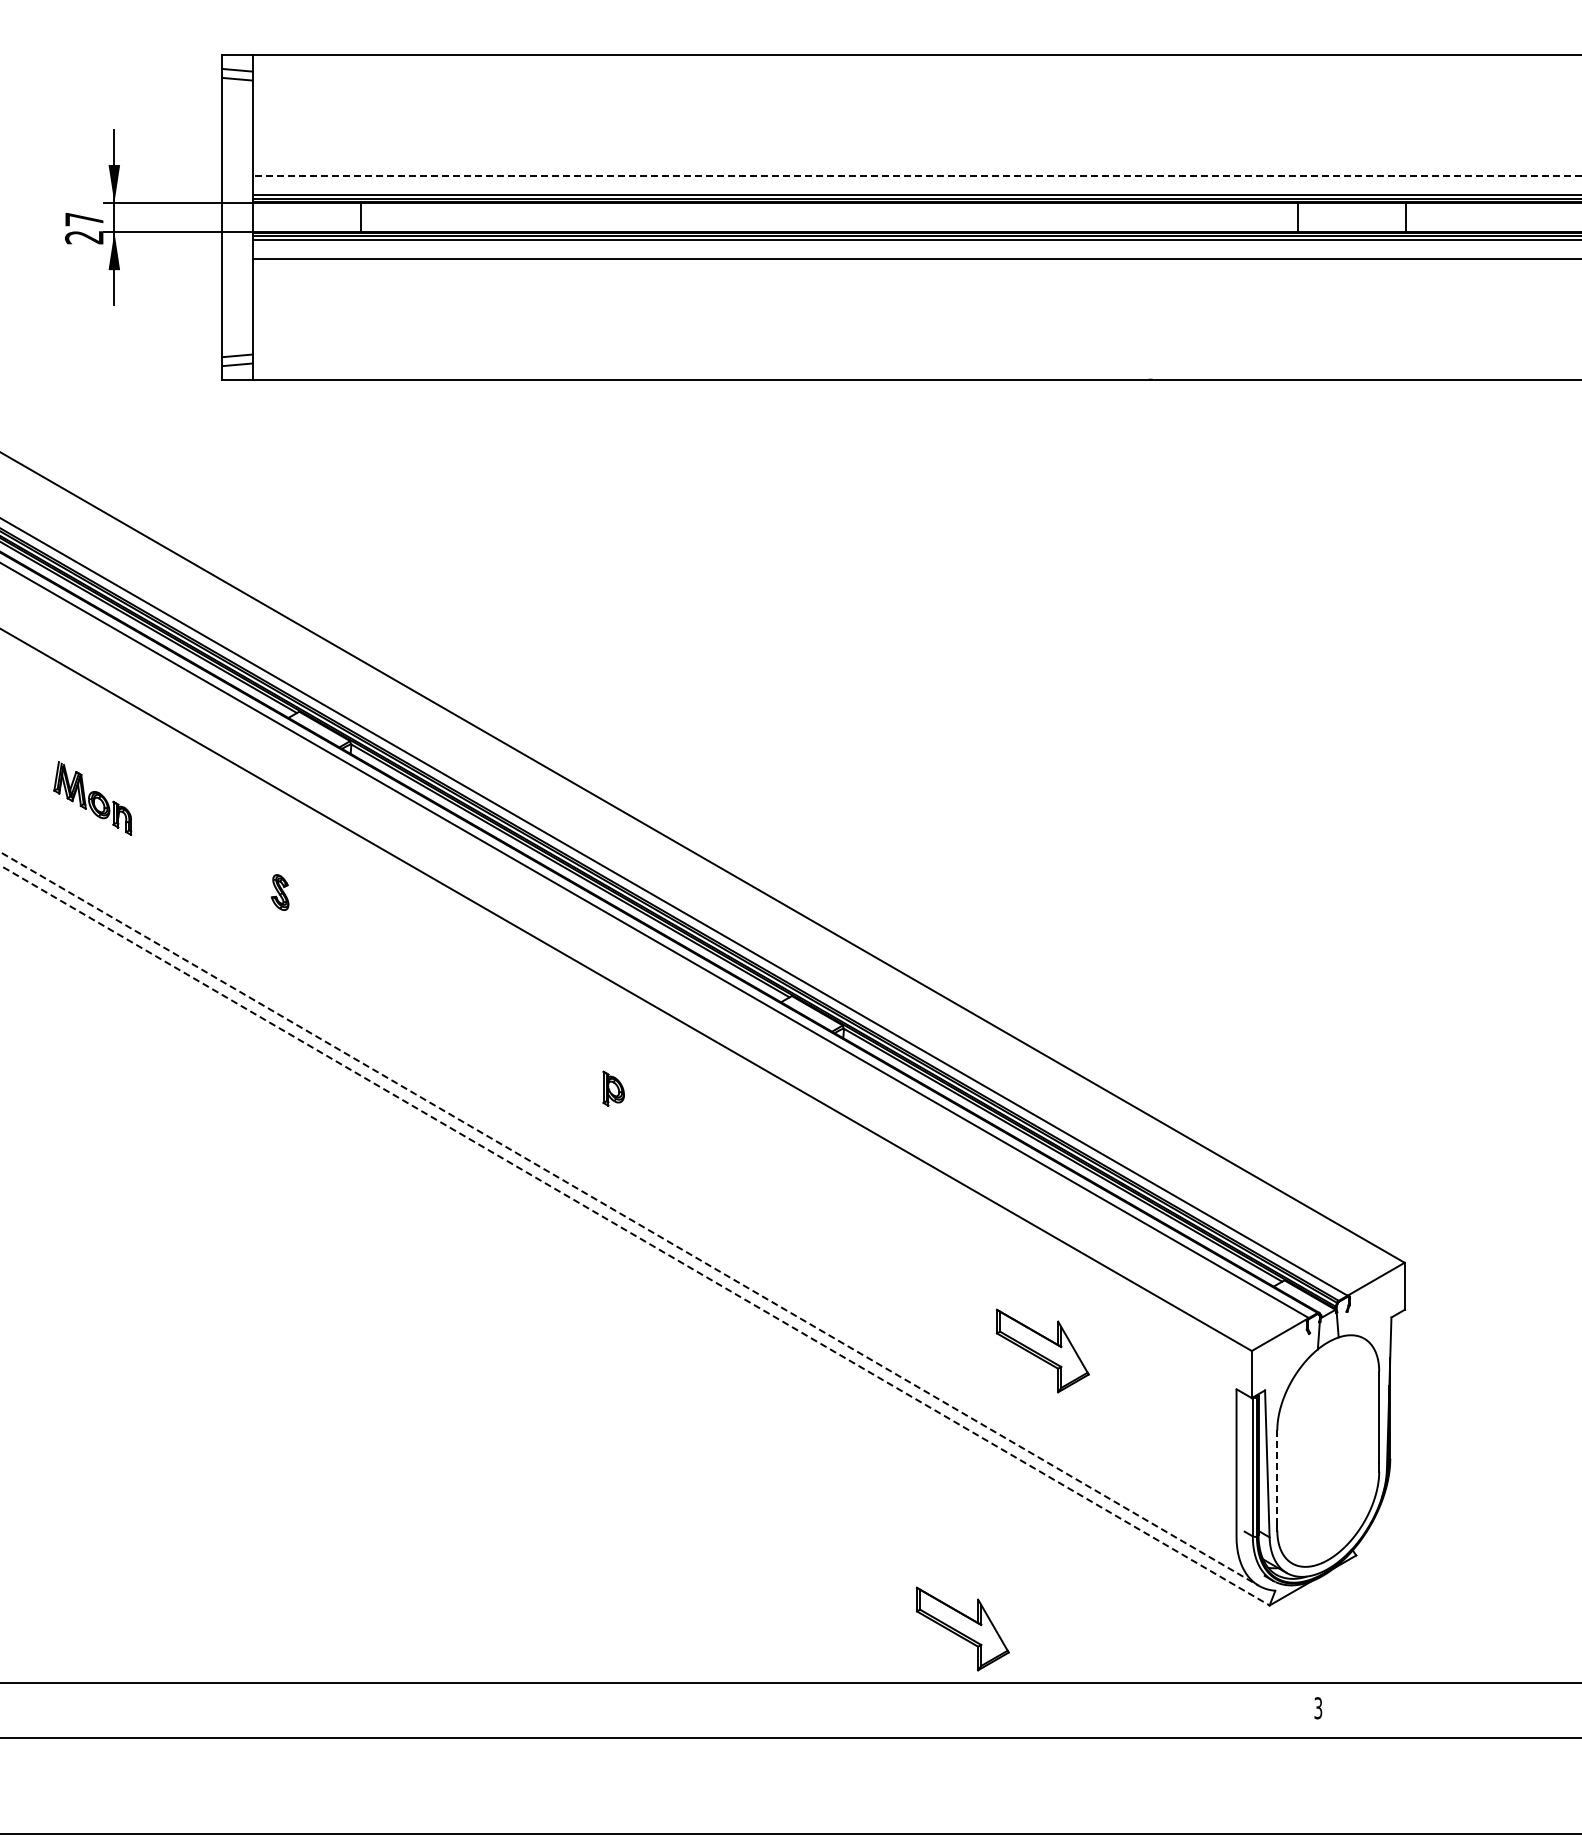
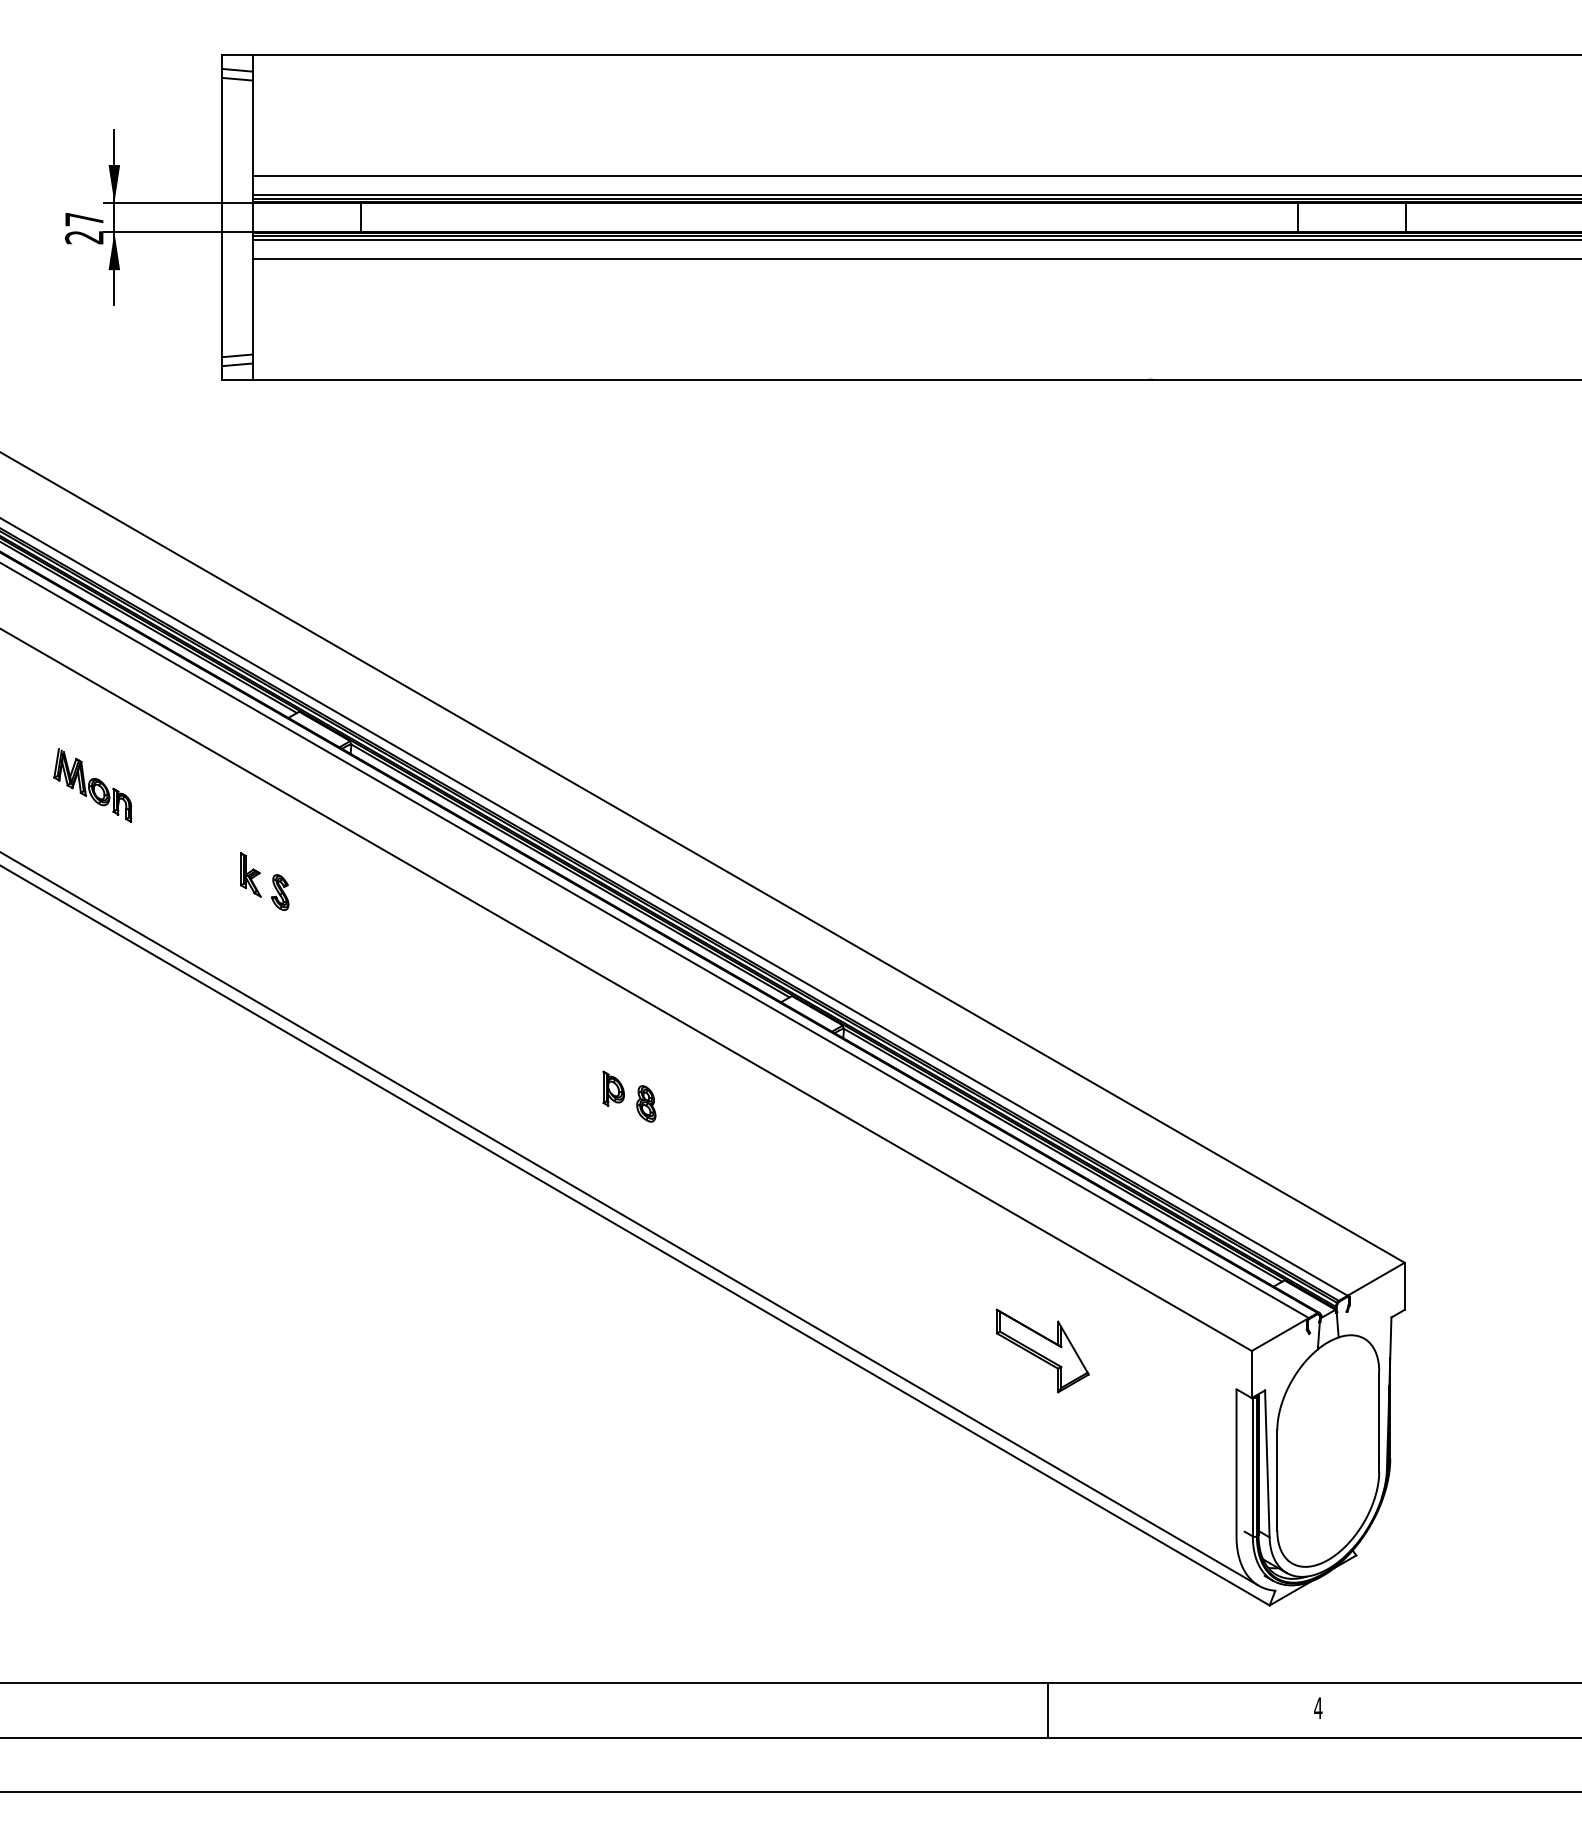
line at (916, 176): dashed -> solid
part at (92, 798) position: (92, 798) -> (92, 785)
part at (250, 874): none -> present
part at (646, 1103): none -> present
line at (629, 1218): dashed -> solid
line at (635, 1235): dashed -> solid
line at (1277, 1476): dashed -> solid
part at (962, 1628): present -> none
text at (1318, 1708): 3 -> 4
line at (1047, 1710): none -> present
line at (790, 1833) position: (790, 1833) -> (790, 1791)
